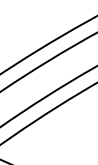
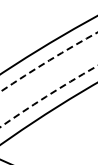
arc at (47, 61): solid -> dashed
arc at (47, 95): solid -> dashed
